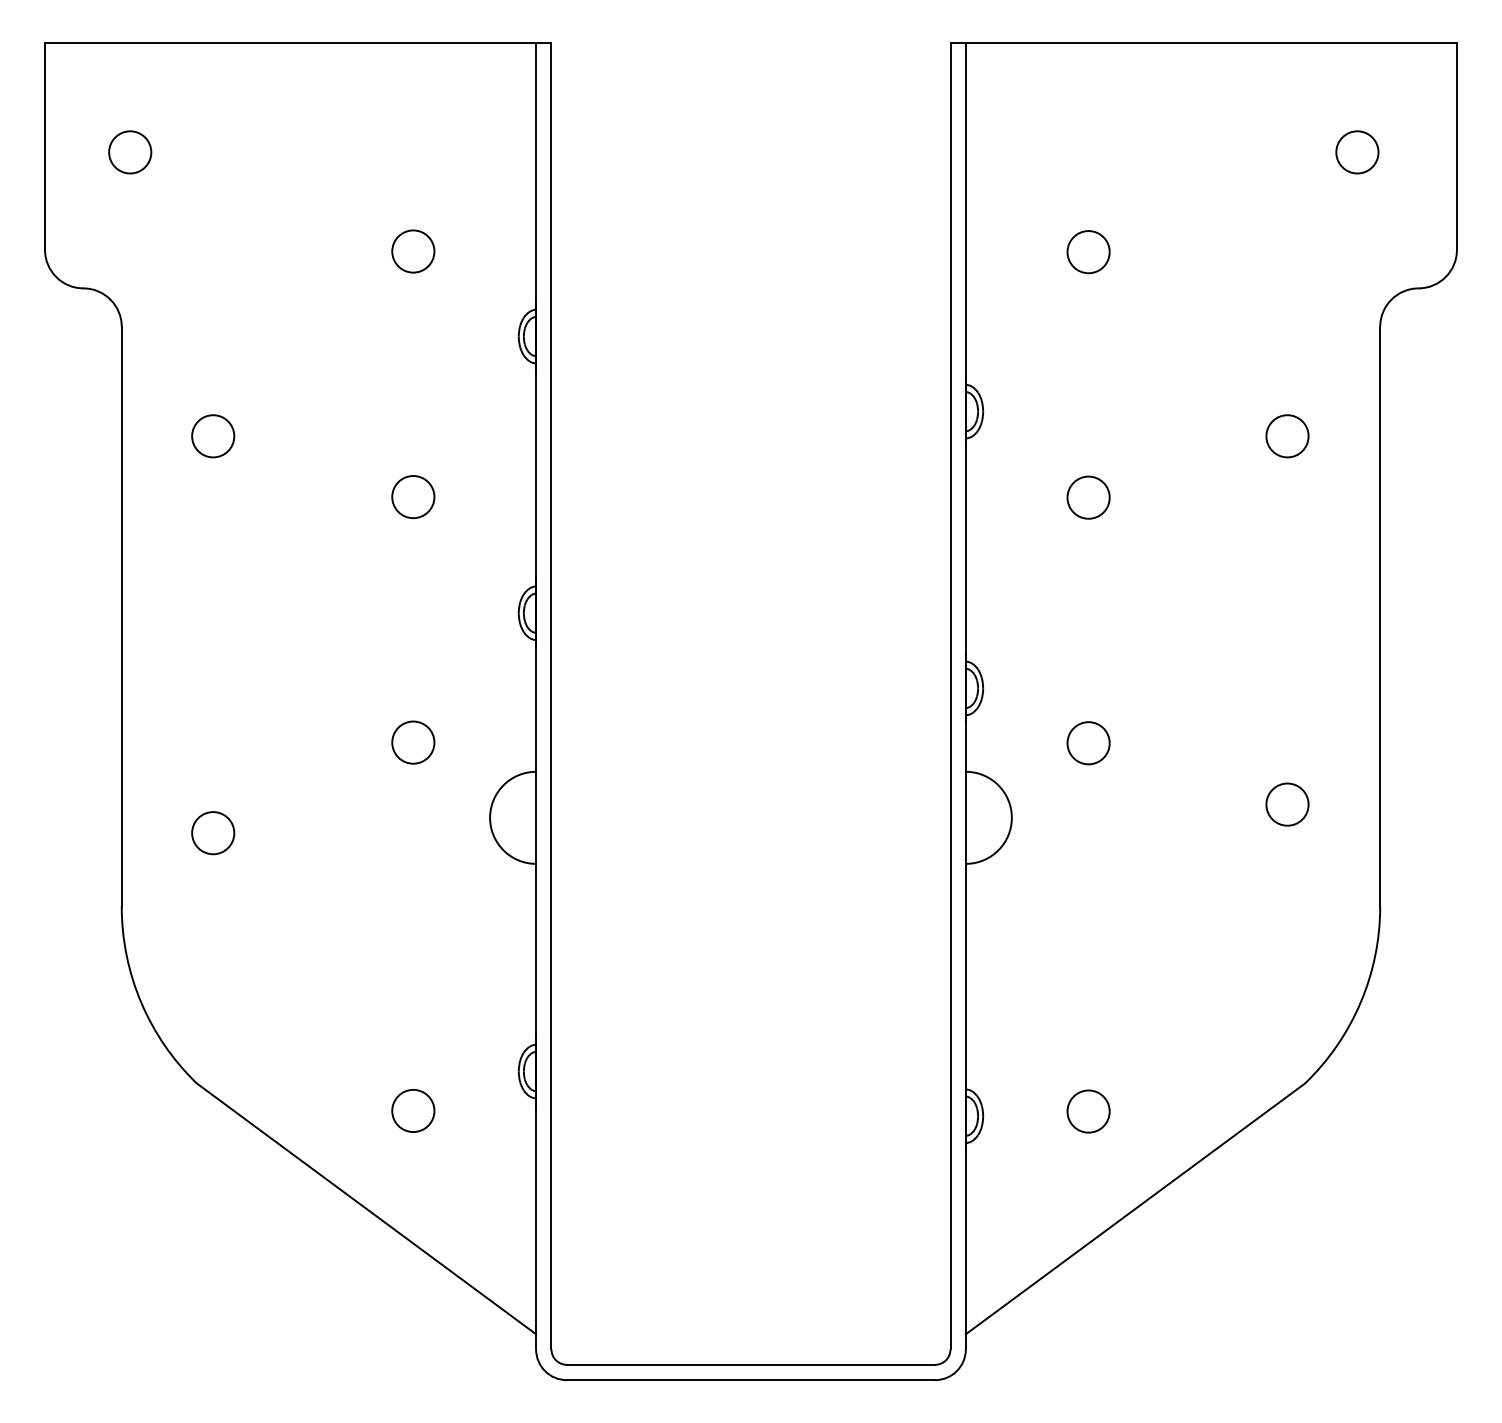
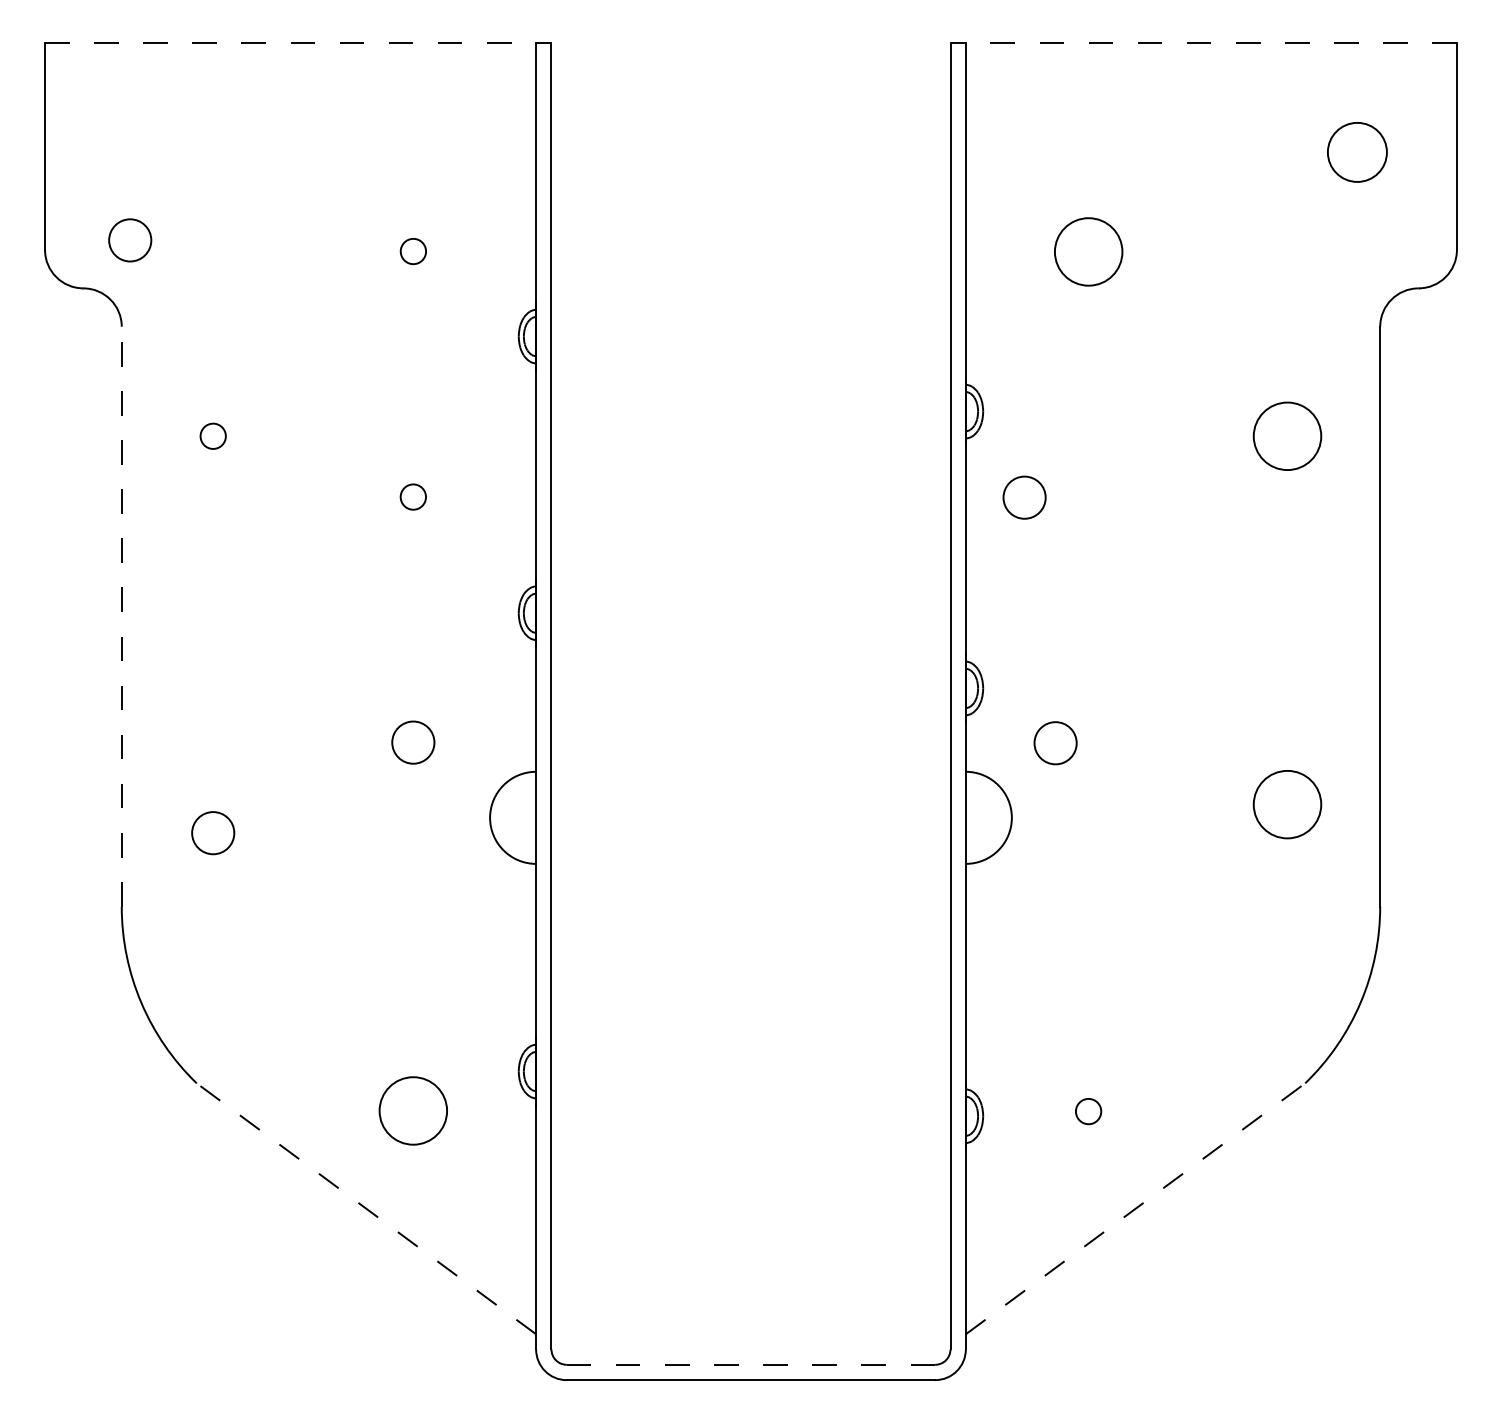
line at (298, 42): solid -> dashed
line at (1203, 42): solid -> dashed
circle at (130, 152) position: (130, 152) -> (130, 240)
circle at (1357, 152) diameter: 42 px -> 59 px
circle at (413, 251) size: 45x45 px -> 28x28 px
circle at (1088, 252) size: 45x45 px -> 70x70 px
circle at (213, 436) diameter: 42 px -> 25 px
circle at (1287, 436) diameter: 42 px -> 67 px
circle at (413, 497) diameter: 42 px -> 25 px
circle at (1088, 497) position: (1088, 497) -> (1024, 497)
line at (121, 616): solid -> dashed
circle at (1088, 743) position: (1088, 743) -> (1055, 743)
circle at (1287, 804) diameter: 42 px -> 67 px
circle at (413, 1110) diameter: 42 px -> 67 px
circle at (1088, 1111) diameter: 42 px -> 25 px
line at (366, 1208): solid -> dashed
line at (1135, 1208): solid -> dashed
line at (750, 1364): solid -> dashed
